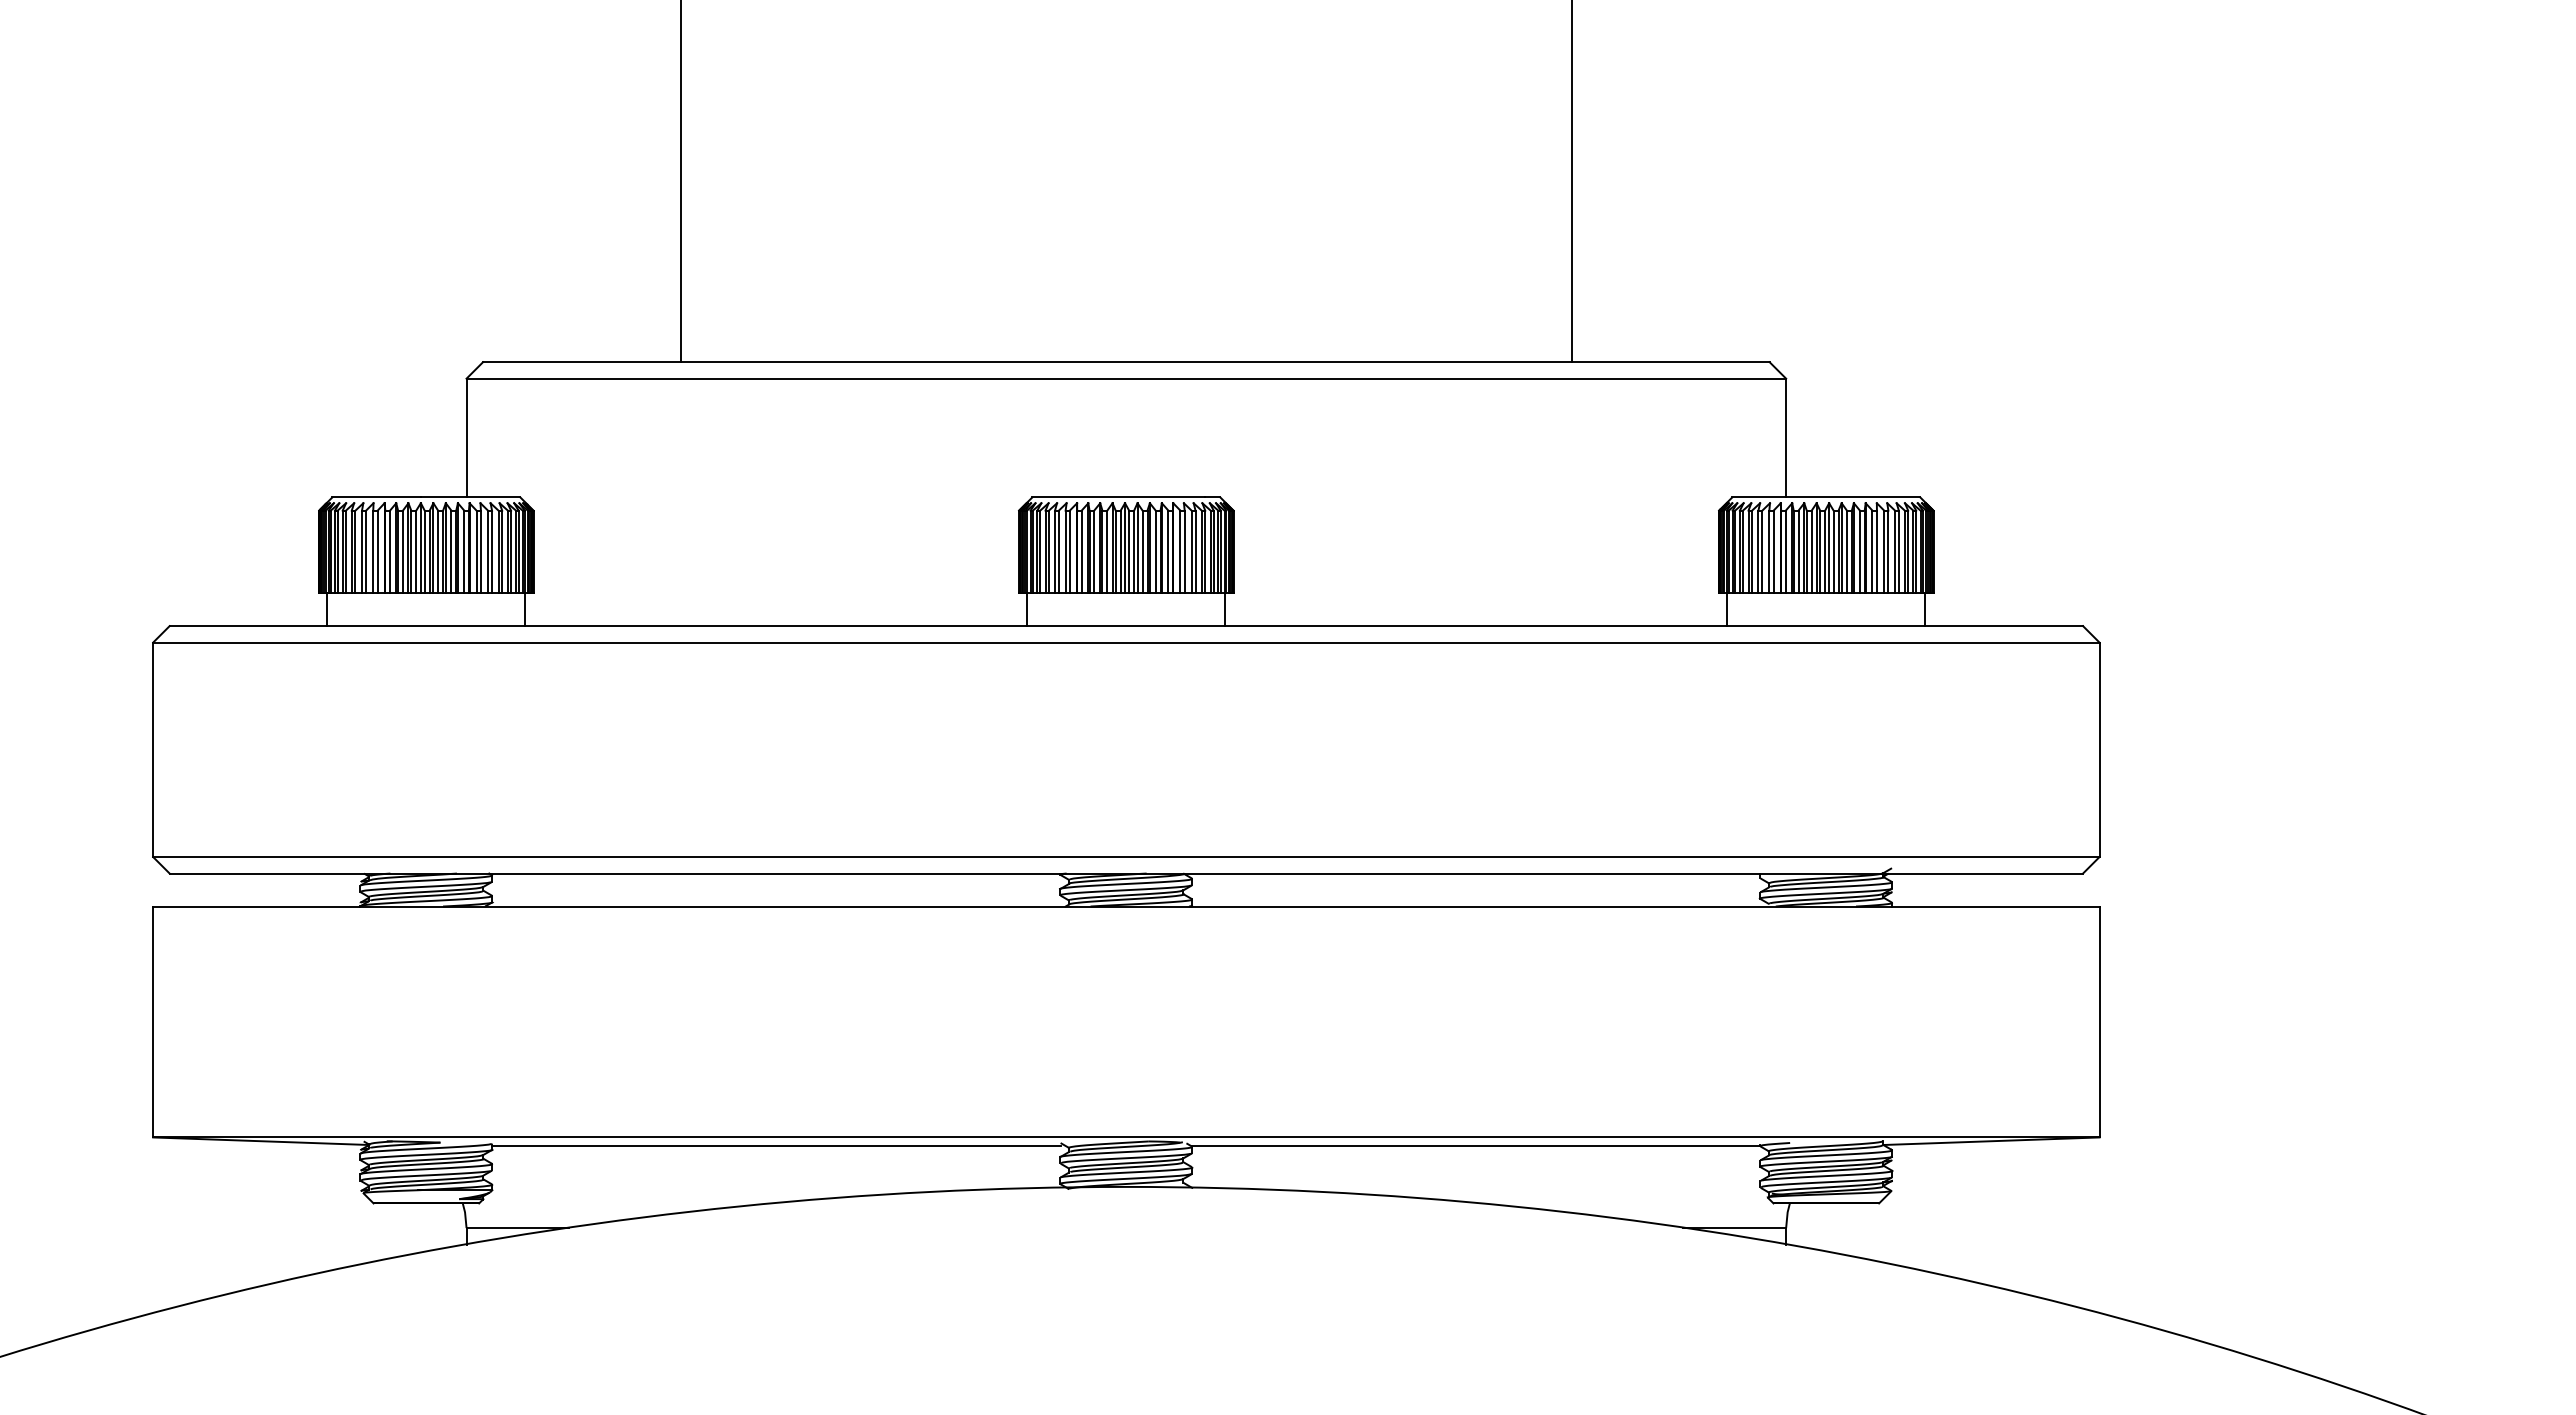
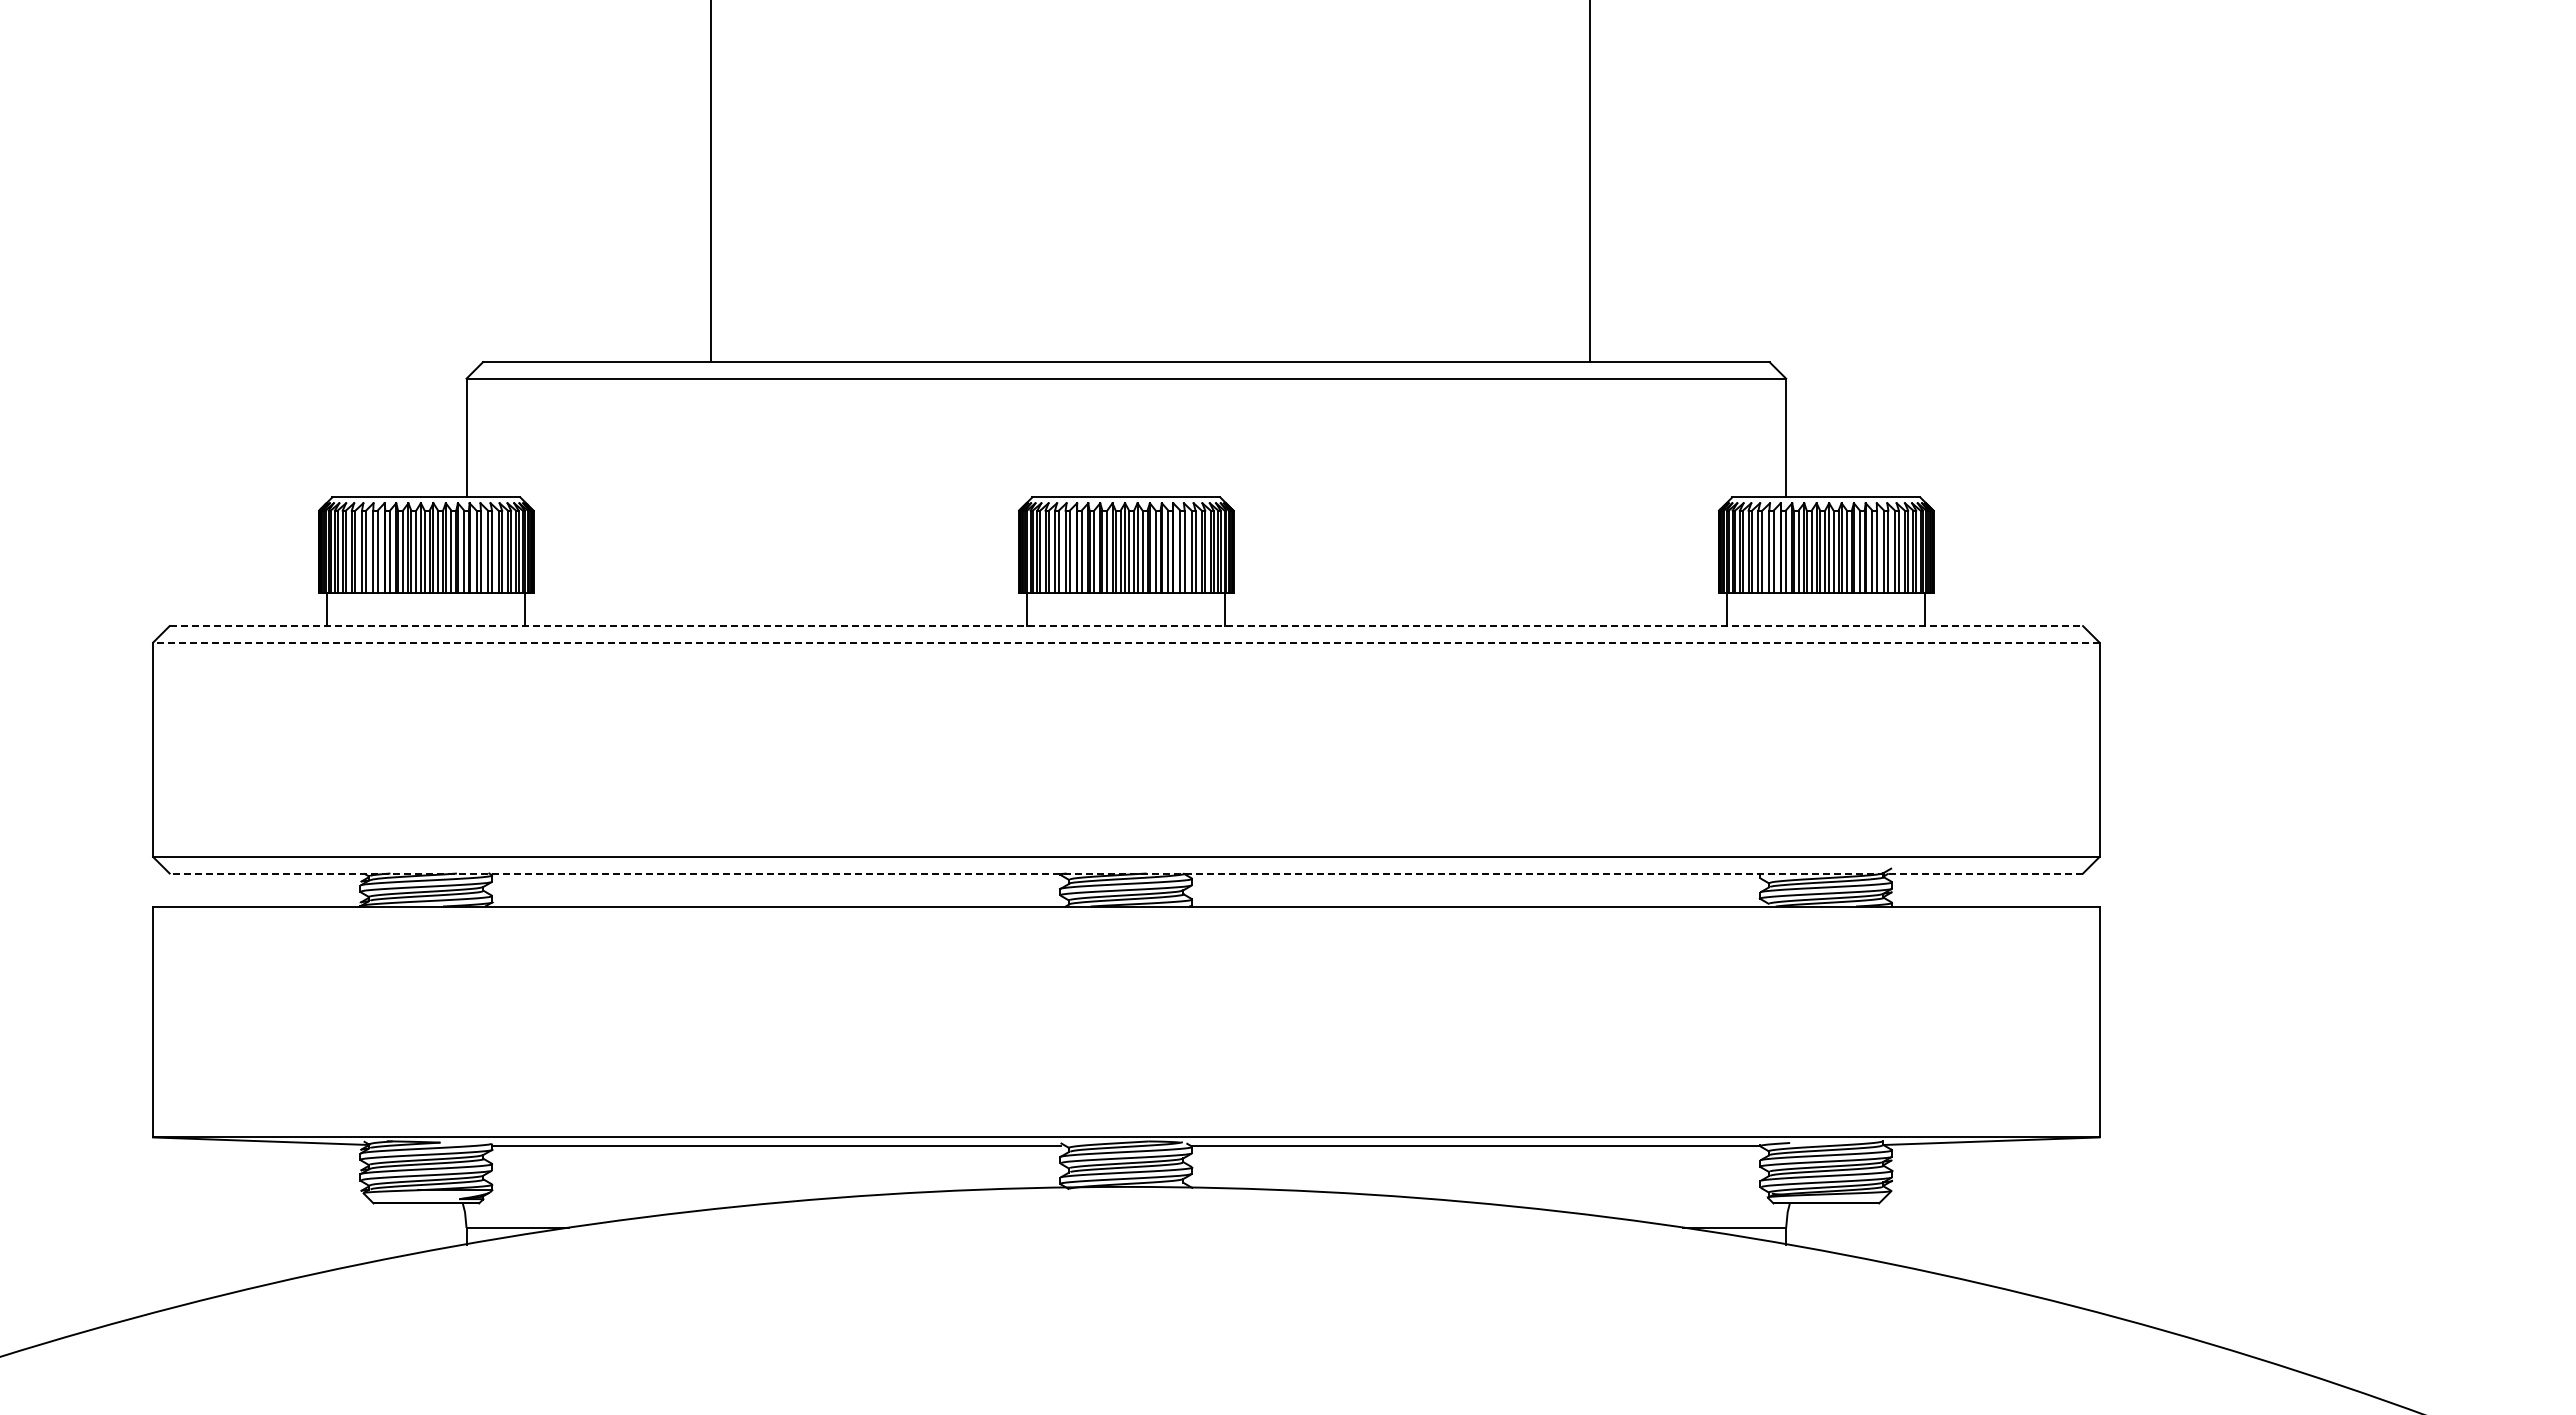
line at (680, 182) position: (680, 182) -> (710, 182)
line at (1571, 182) position: (1571, 182) -> (1589, 182)
line at (1126, 626): solid -> dashed
line at (1125, 642): solid -> dashed
line at (1126, 873): solid -> dashed
